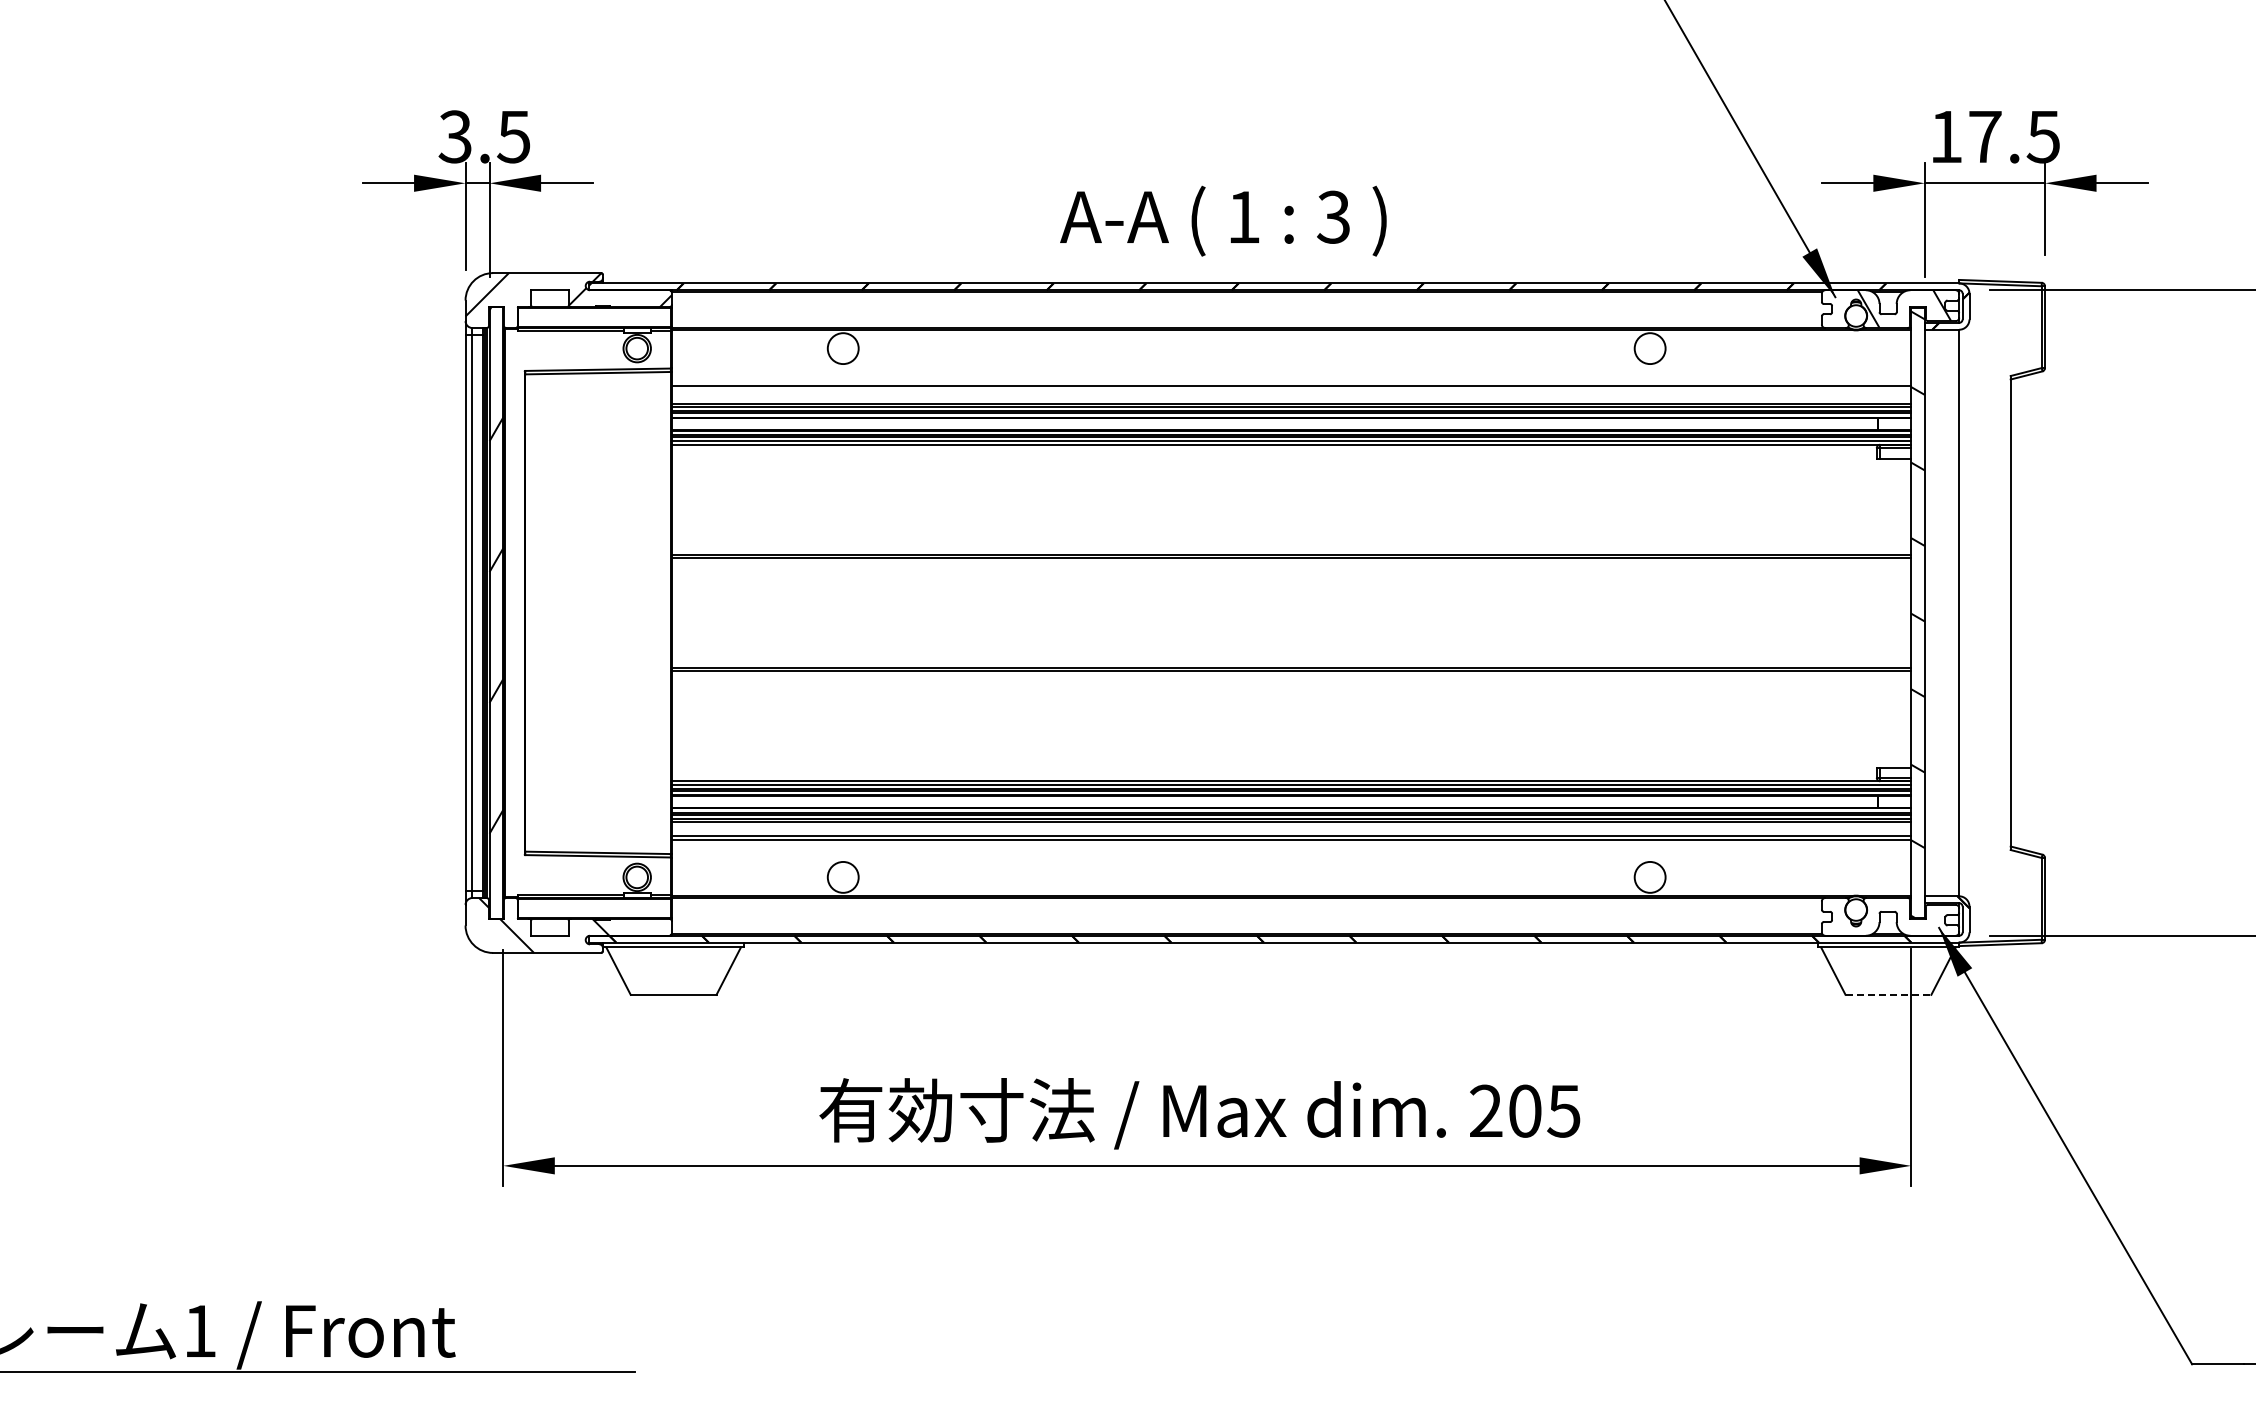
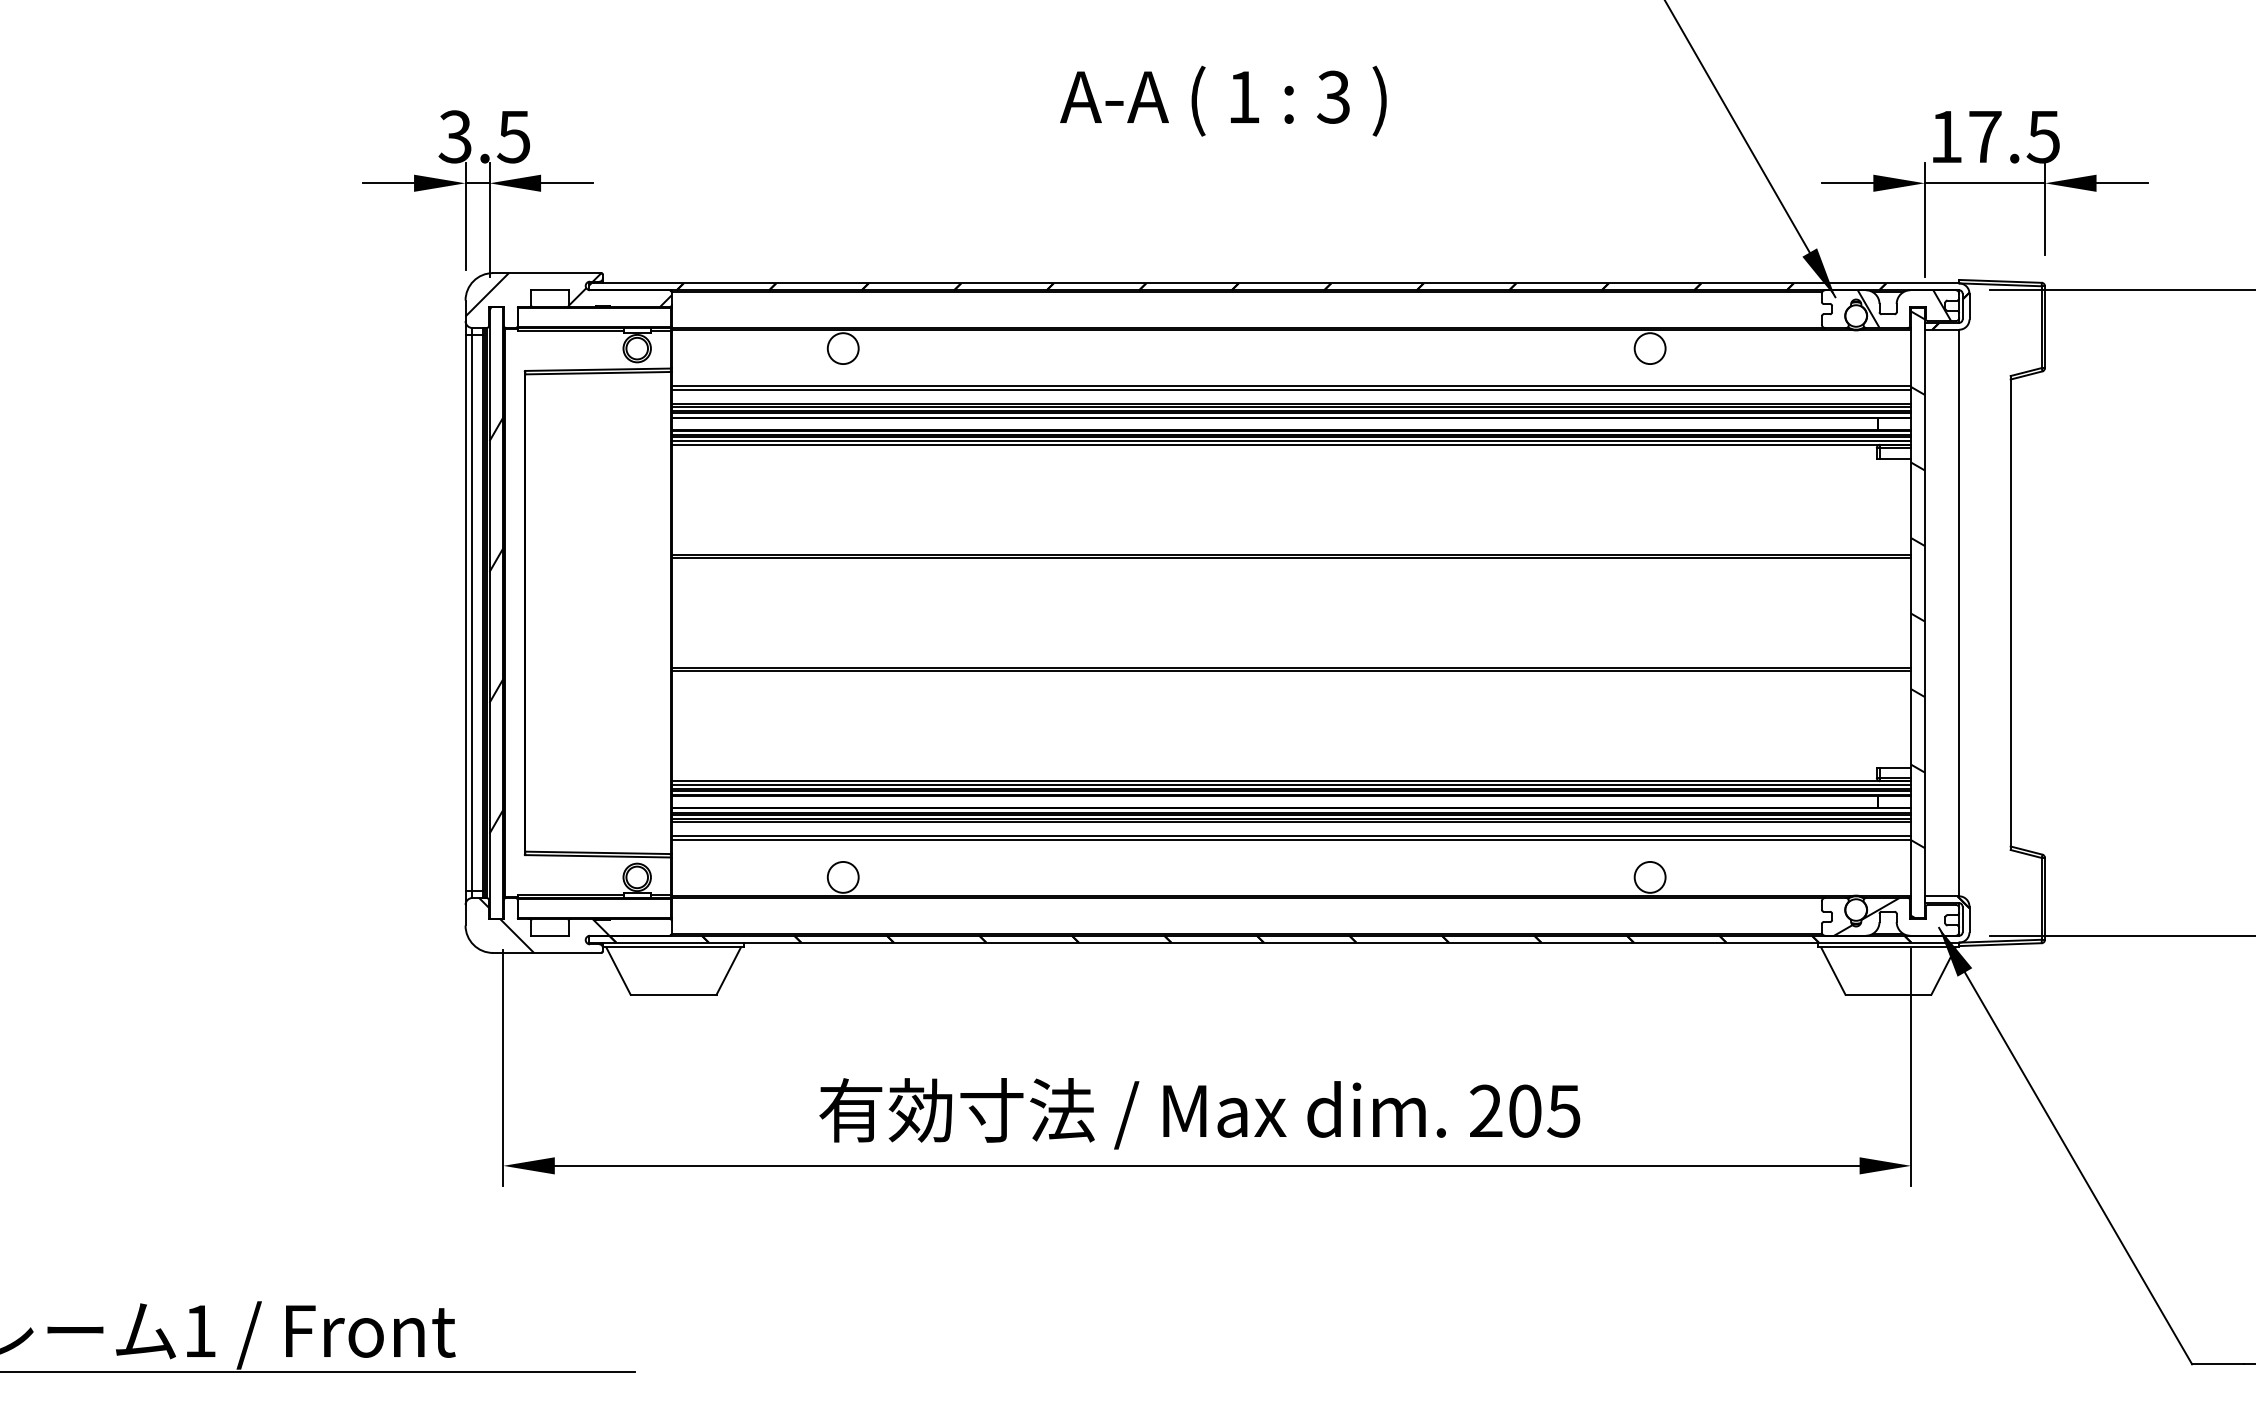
text at (1223, 220) position: (1223, 220) -> (1223, 100)
line at (1291, 389): none -> present
hatch at (1866, 916): none -> present
line at (1888, 994): dashed -> solid
